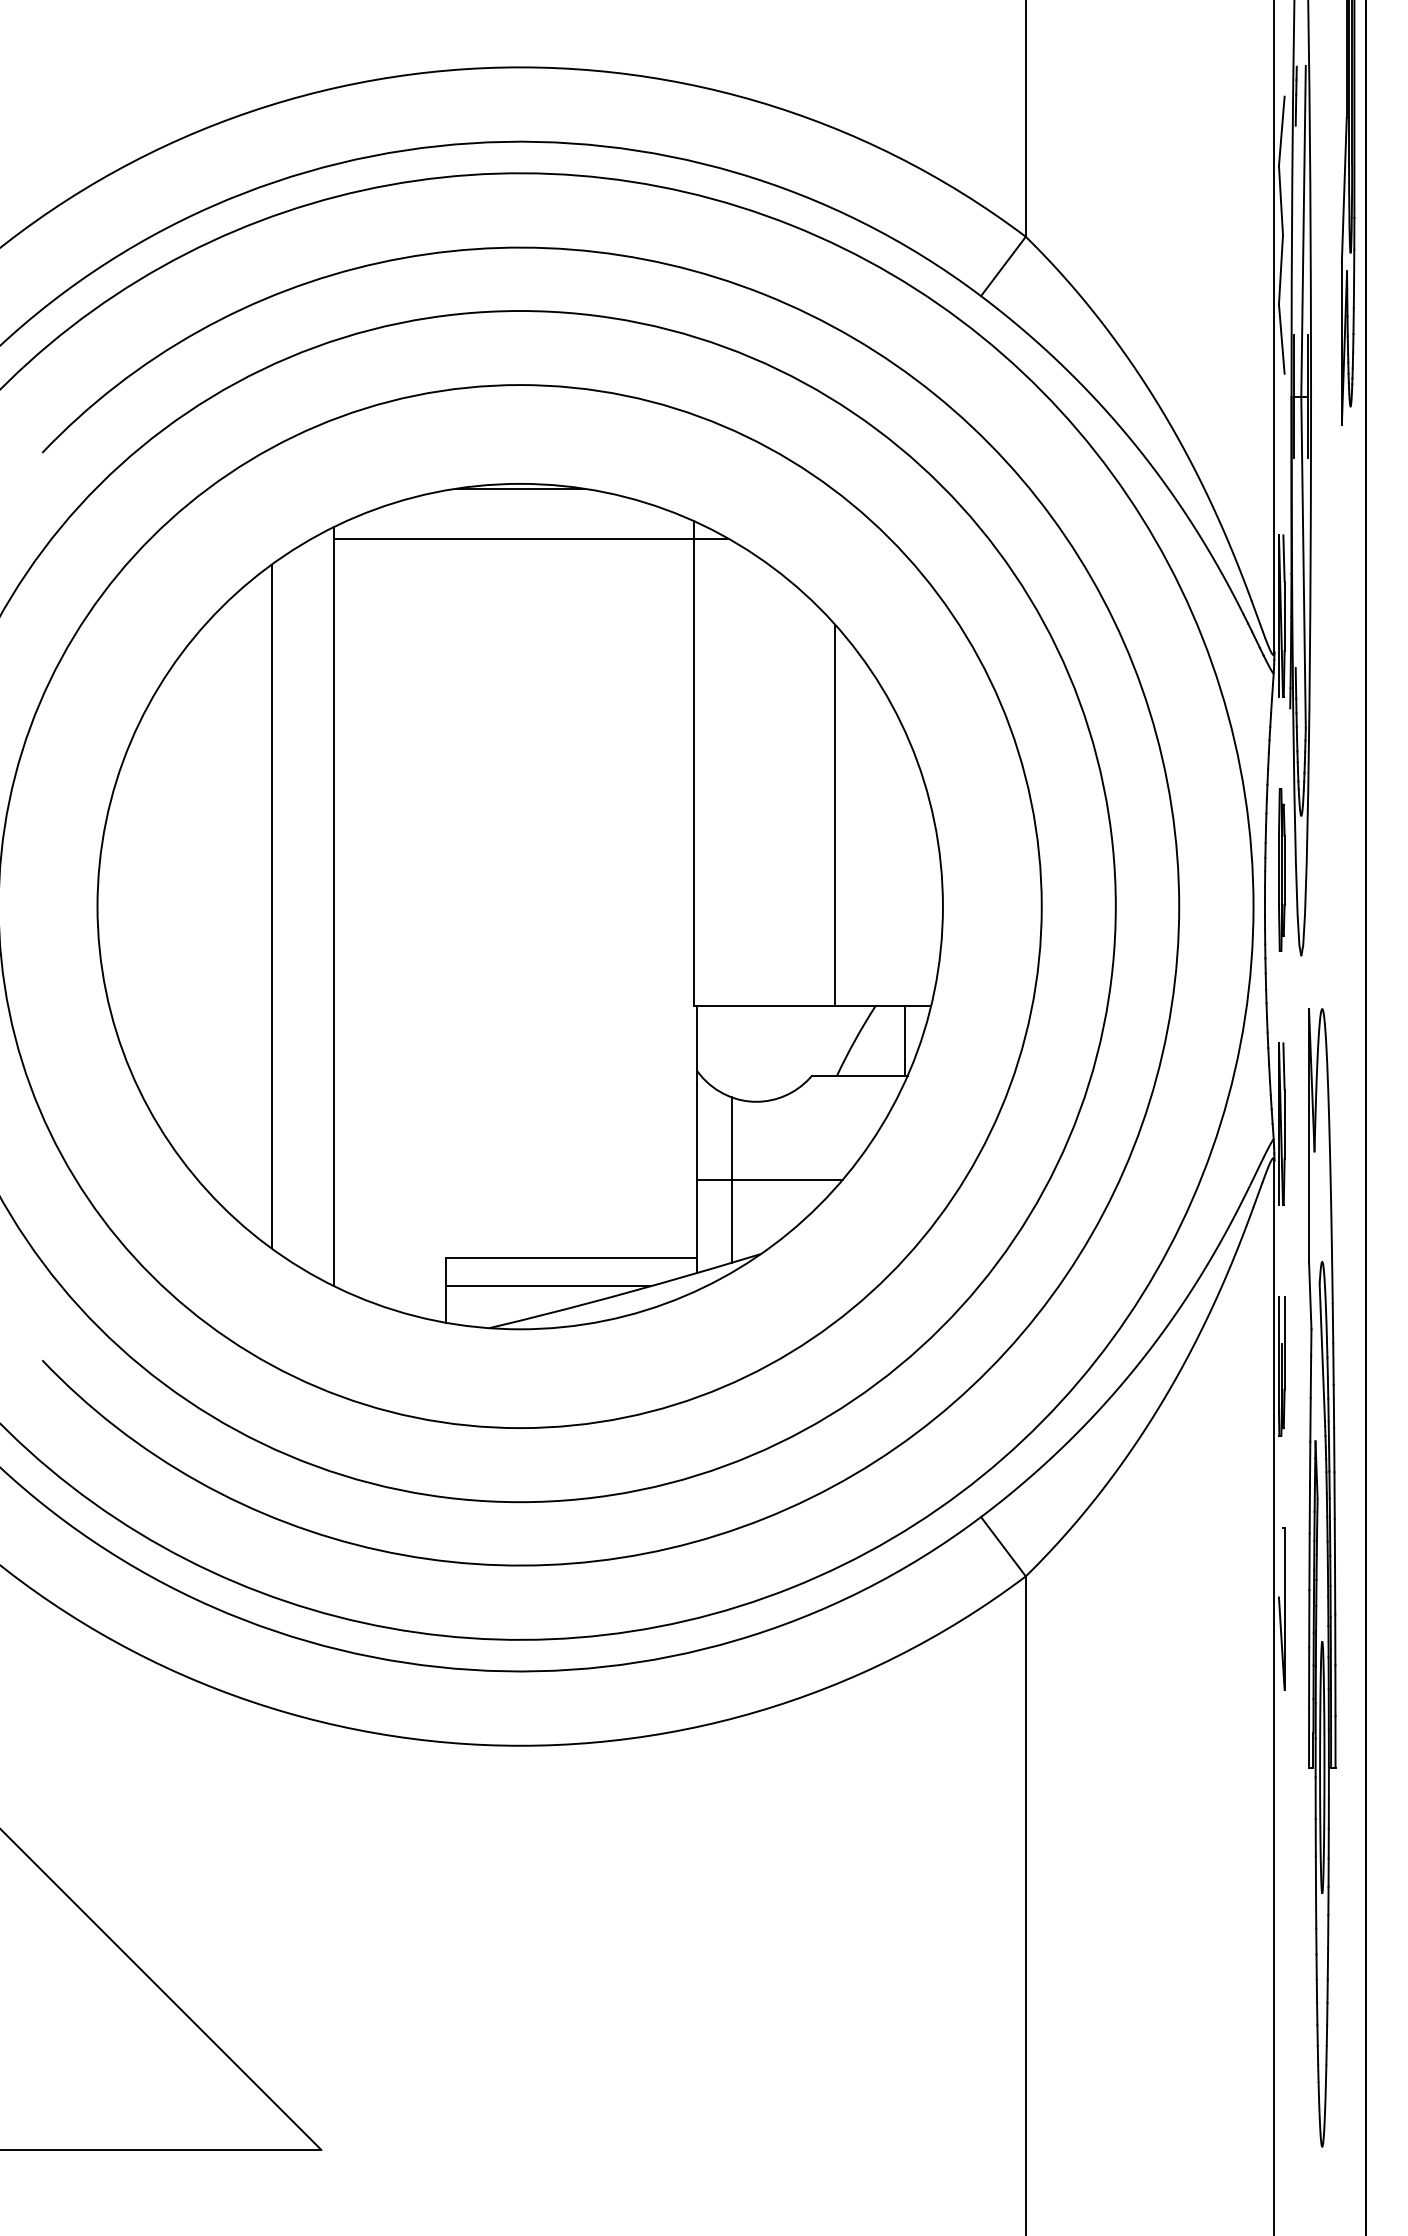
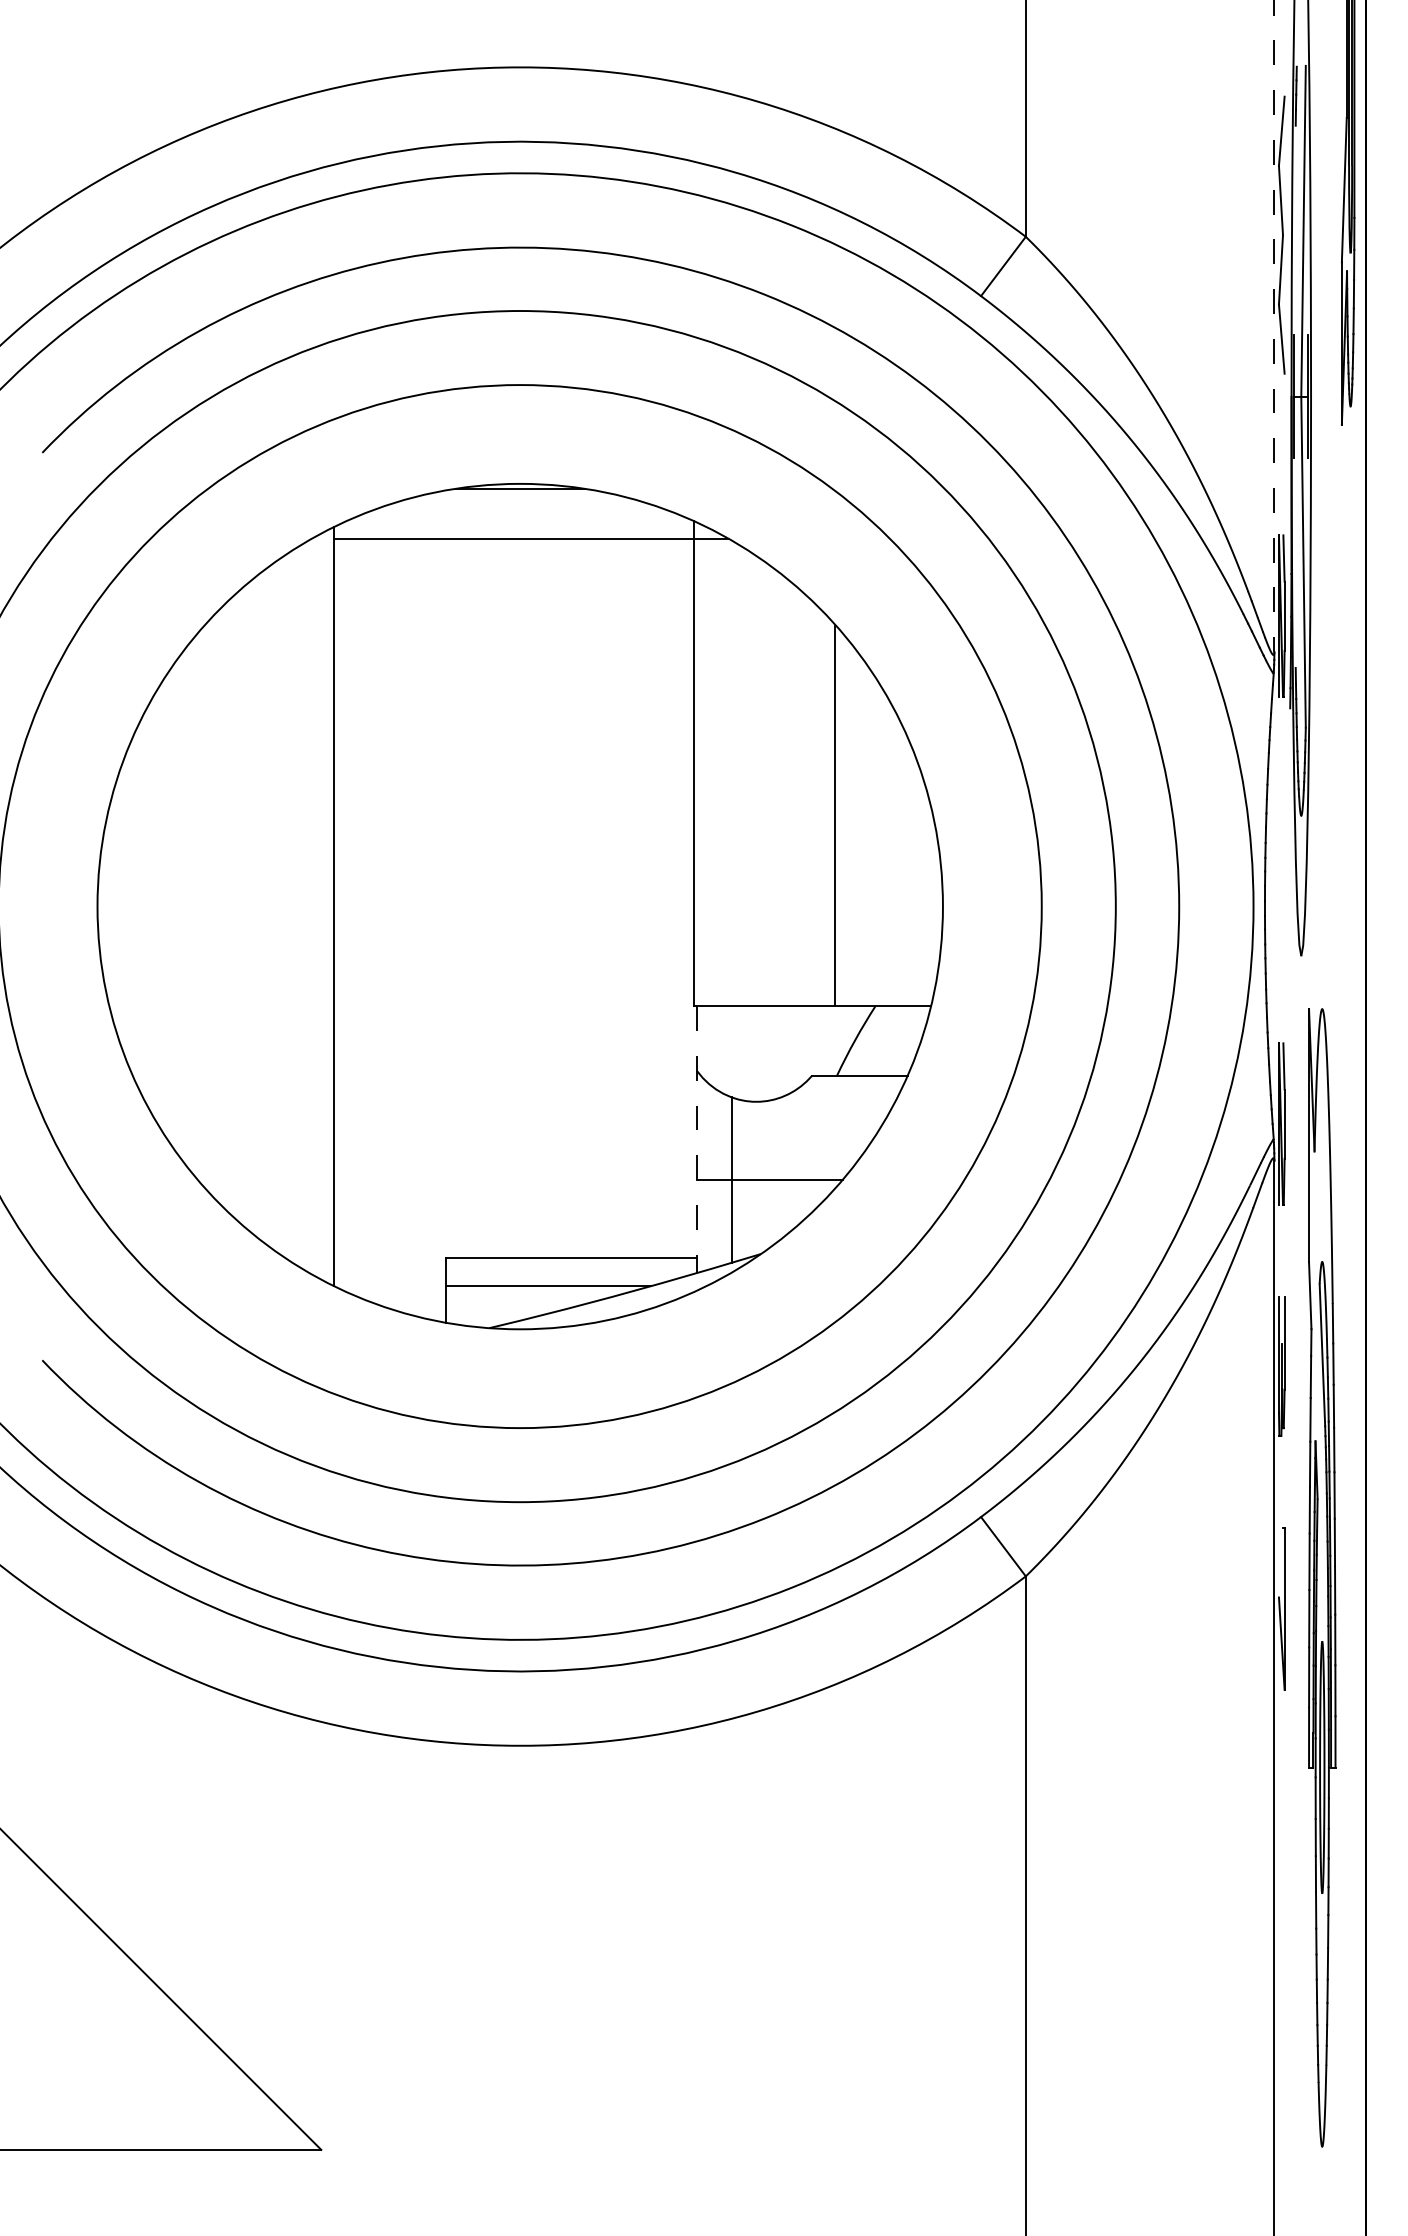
line at (1274, 326): solid -> dashed
part at (1281, 869): present -> none
line at (271, 906): present -> none
line at (904, 1040): present -> none
line at (696, 1139): solid -> dashed
